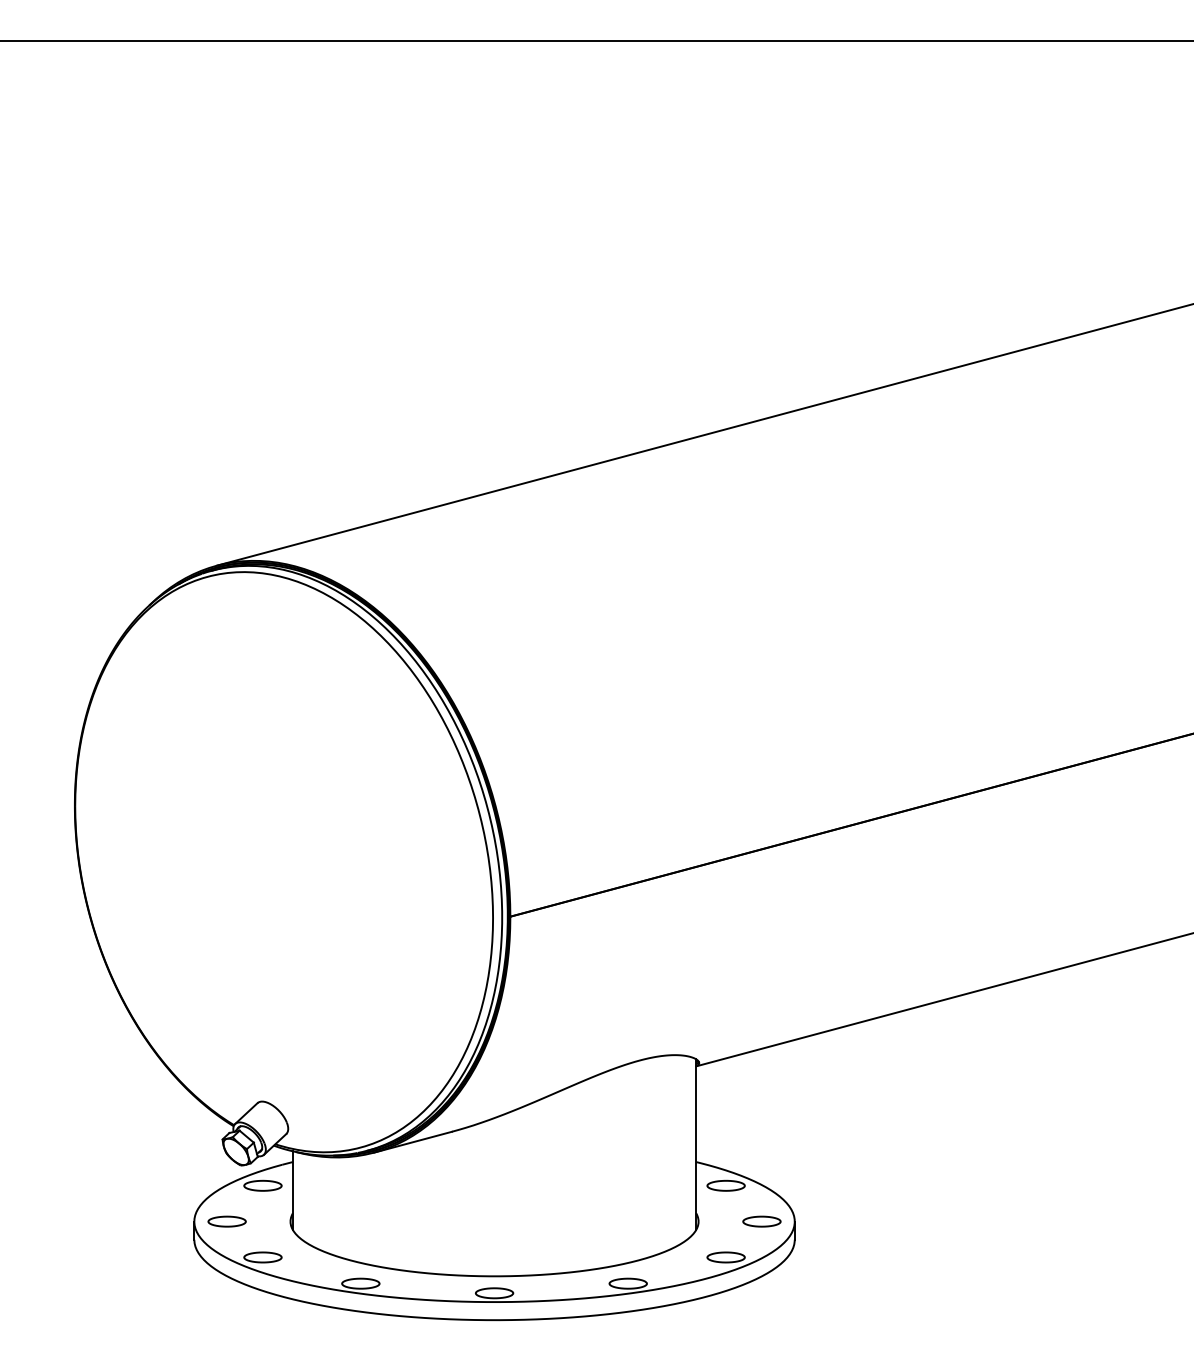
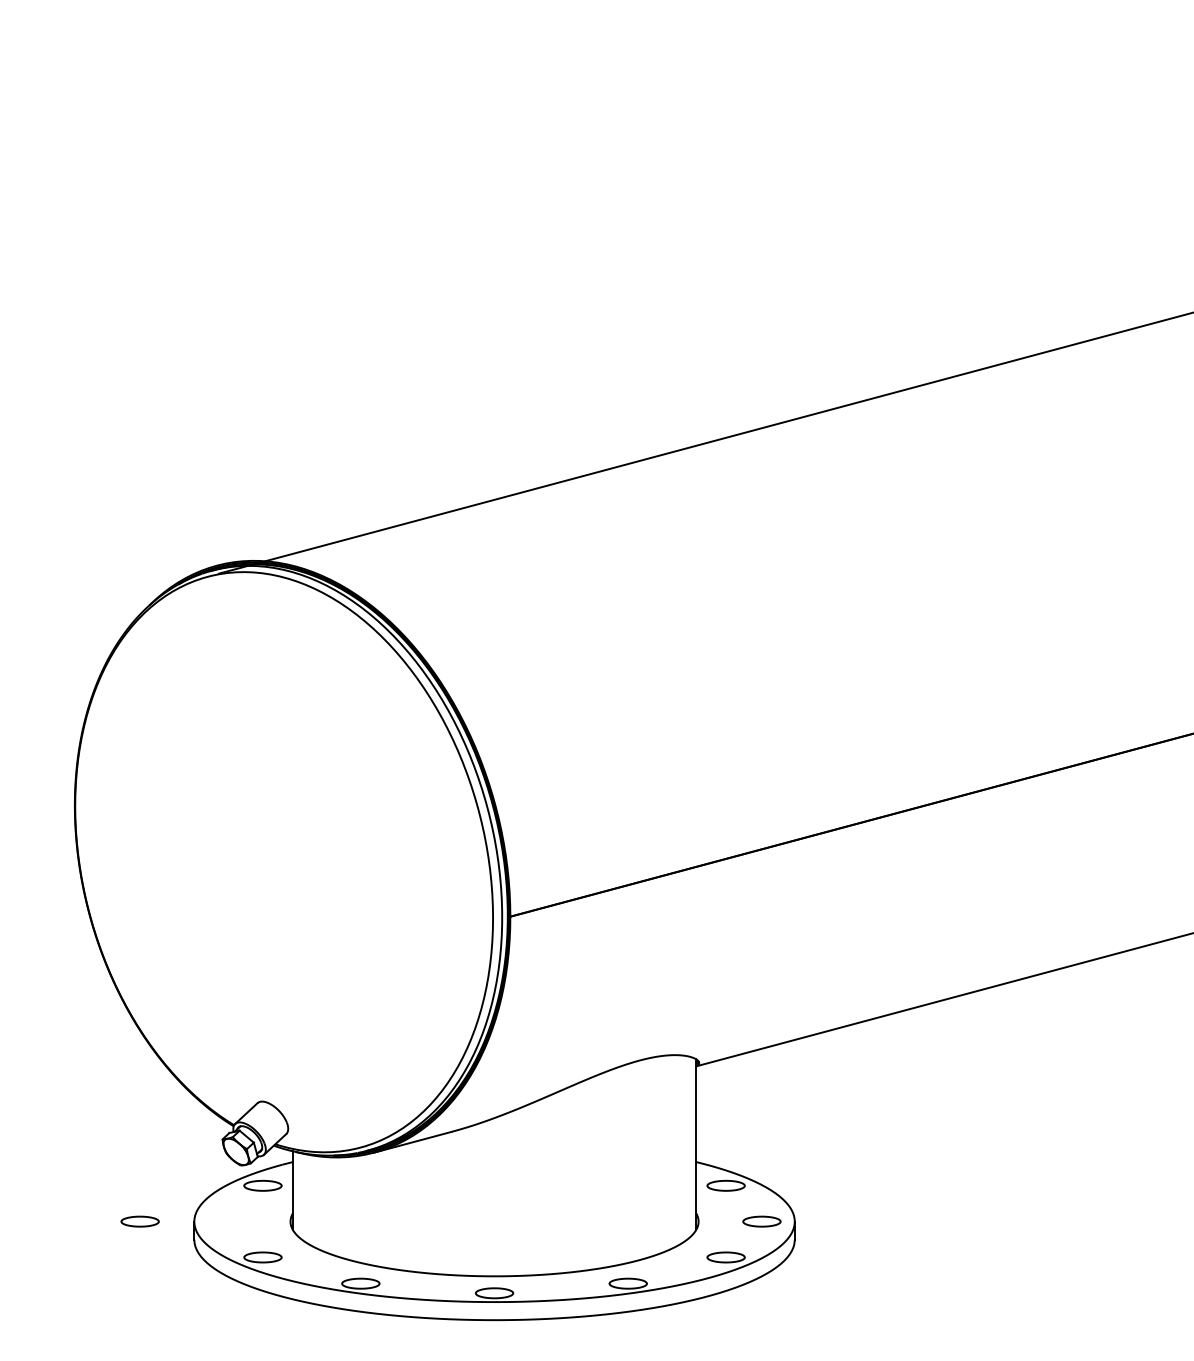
line at (596, 40): present -> none
line at (703, 434) position: (703, 434) -> (704, 443)
part at (226, 1221) position: (226, 1221) -> (139, 1221)
